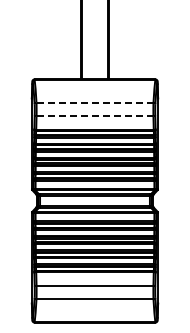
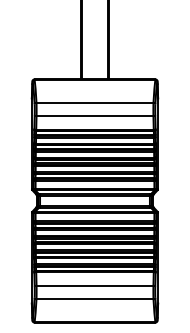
line at (95, 102): dashed -> solid
line at (95, 116): dashed -> solid
